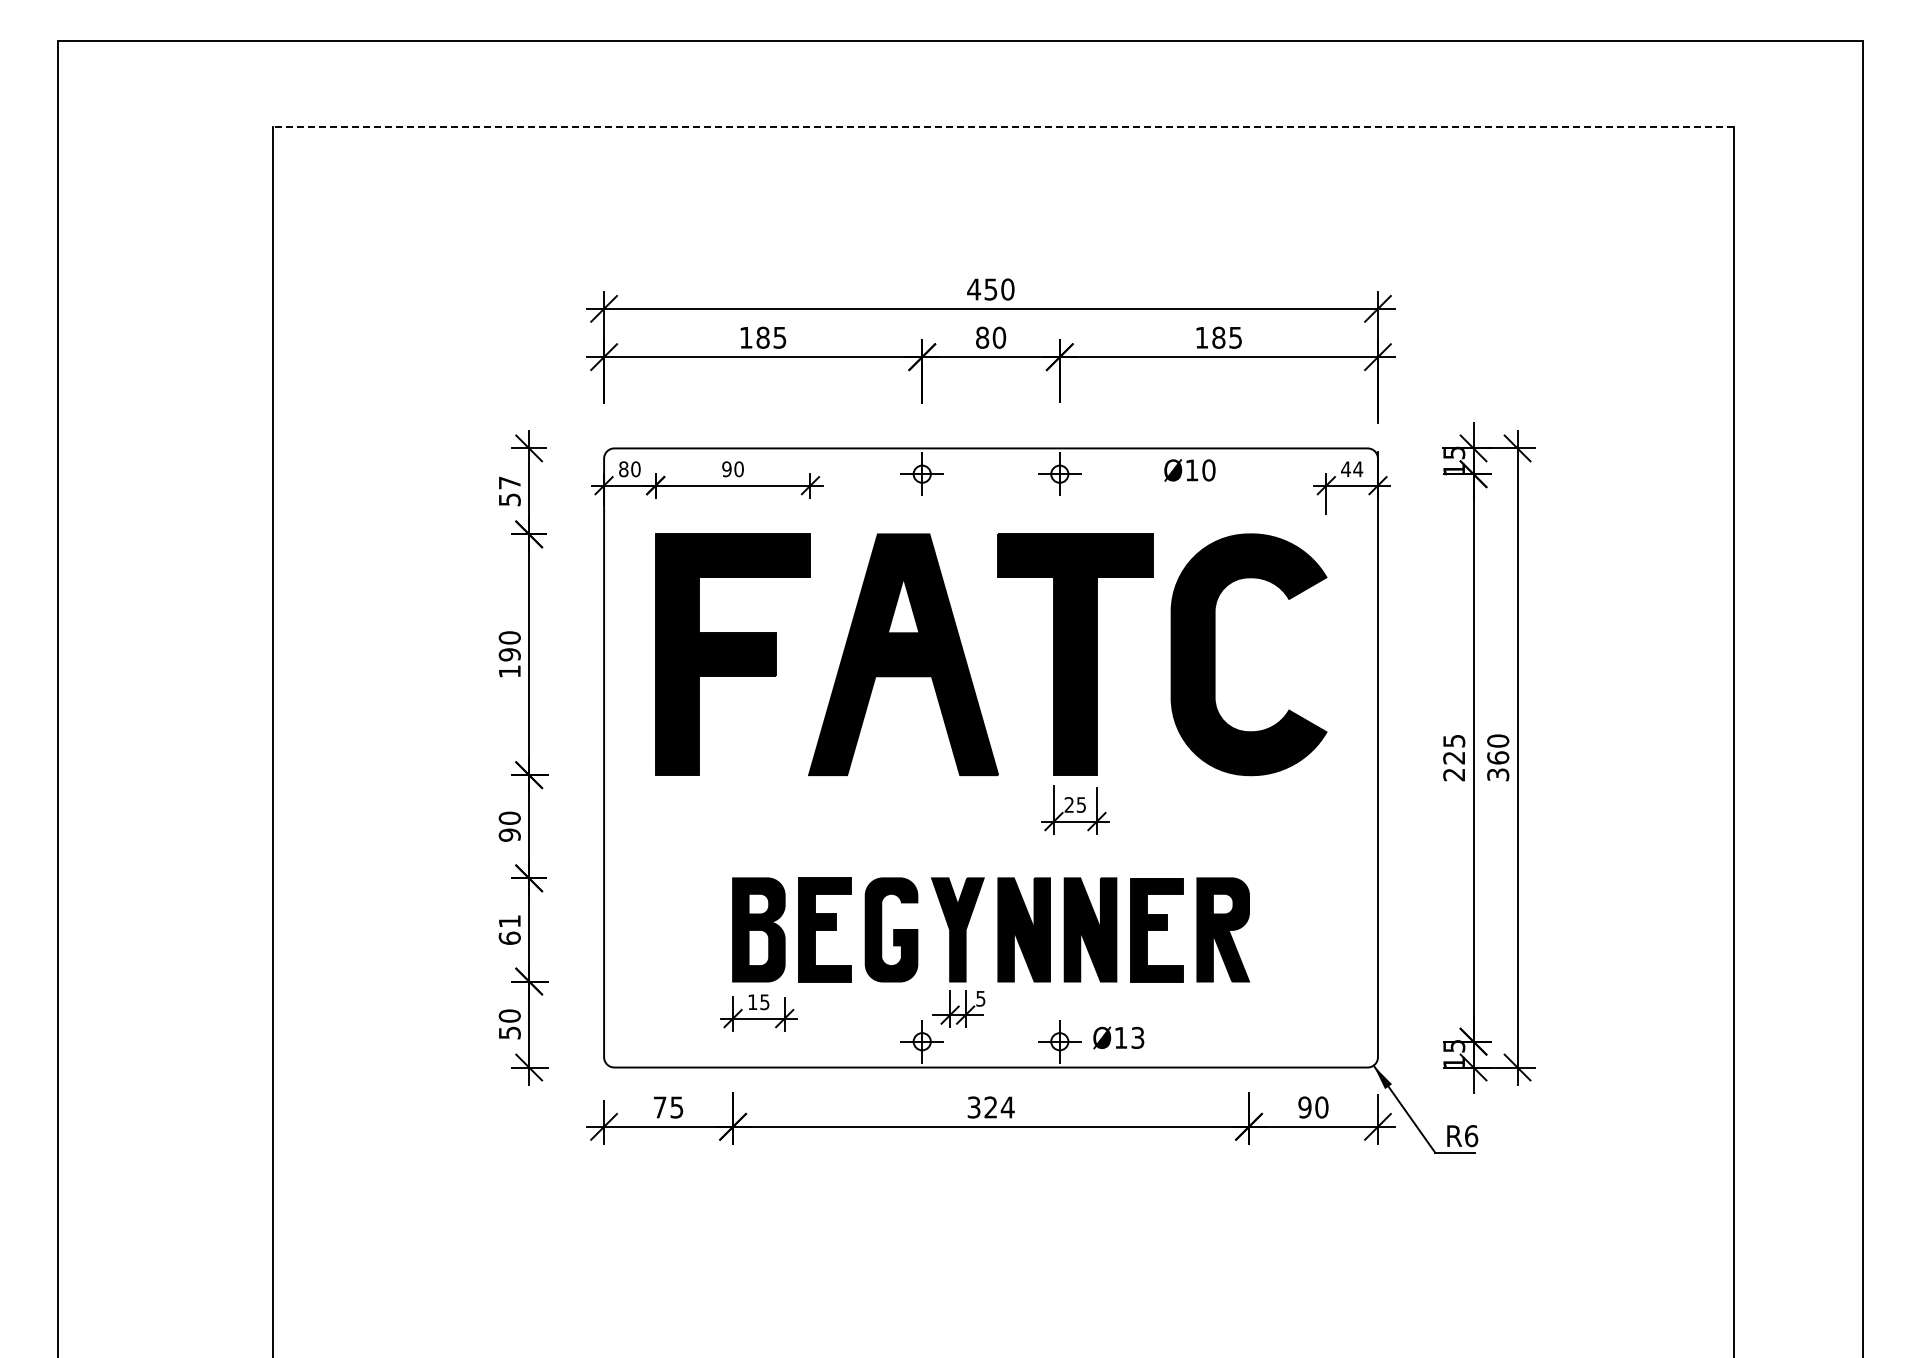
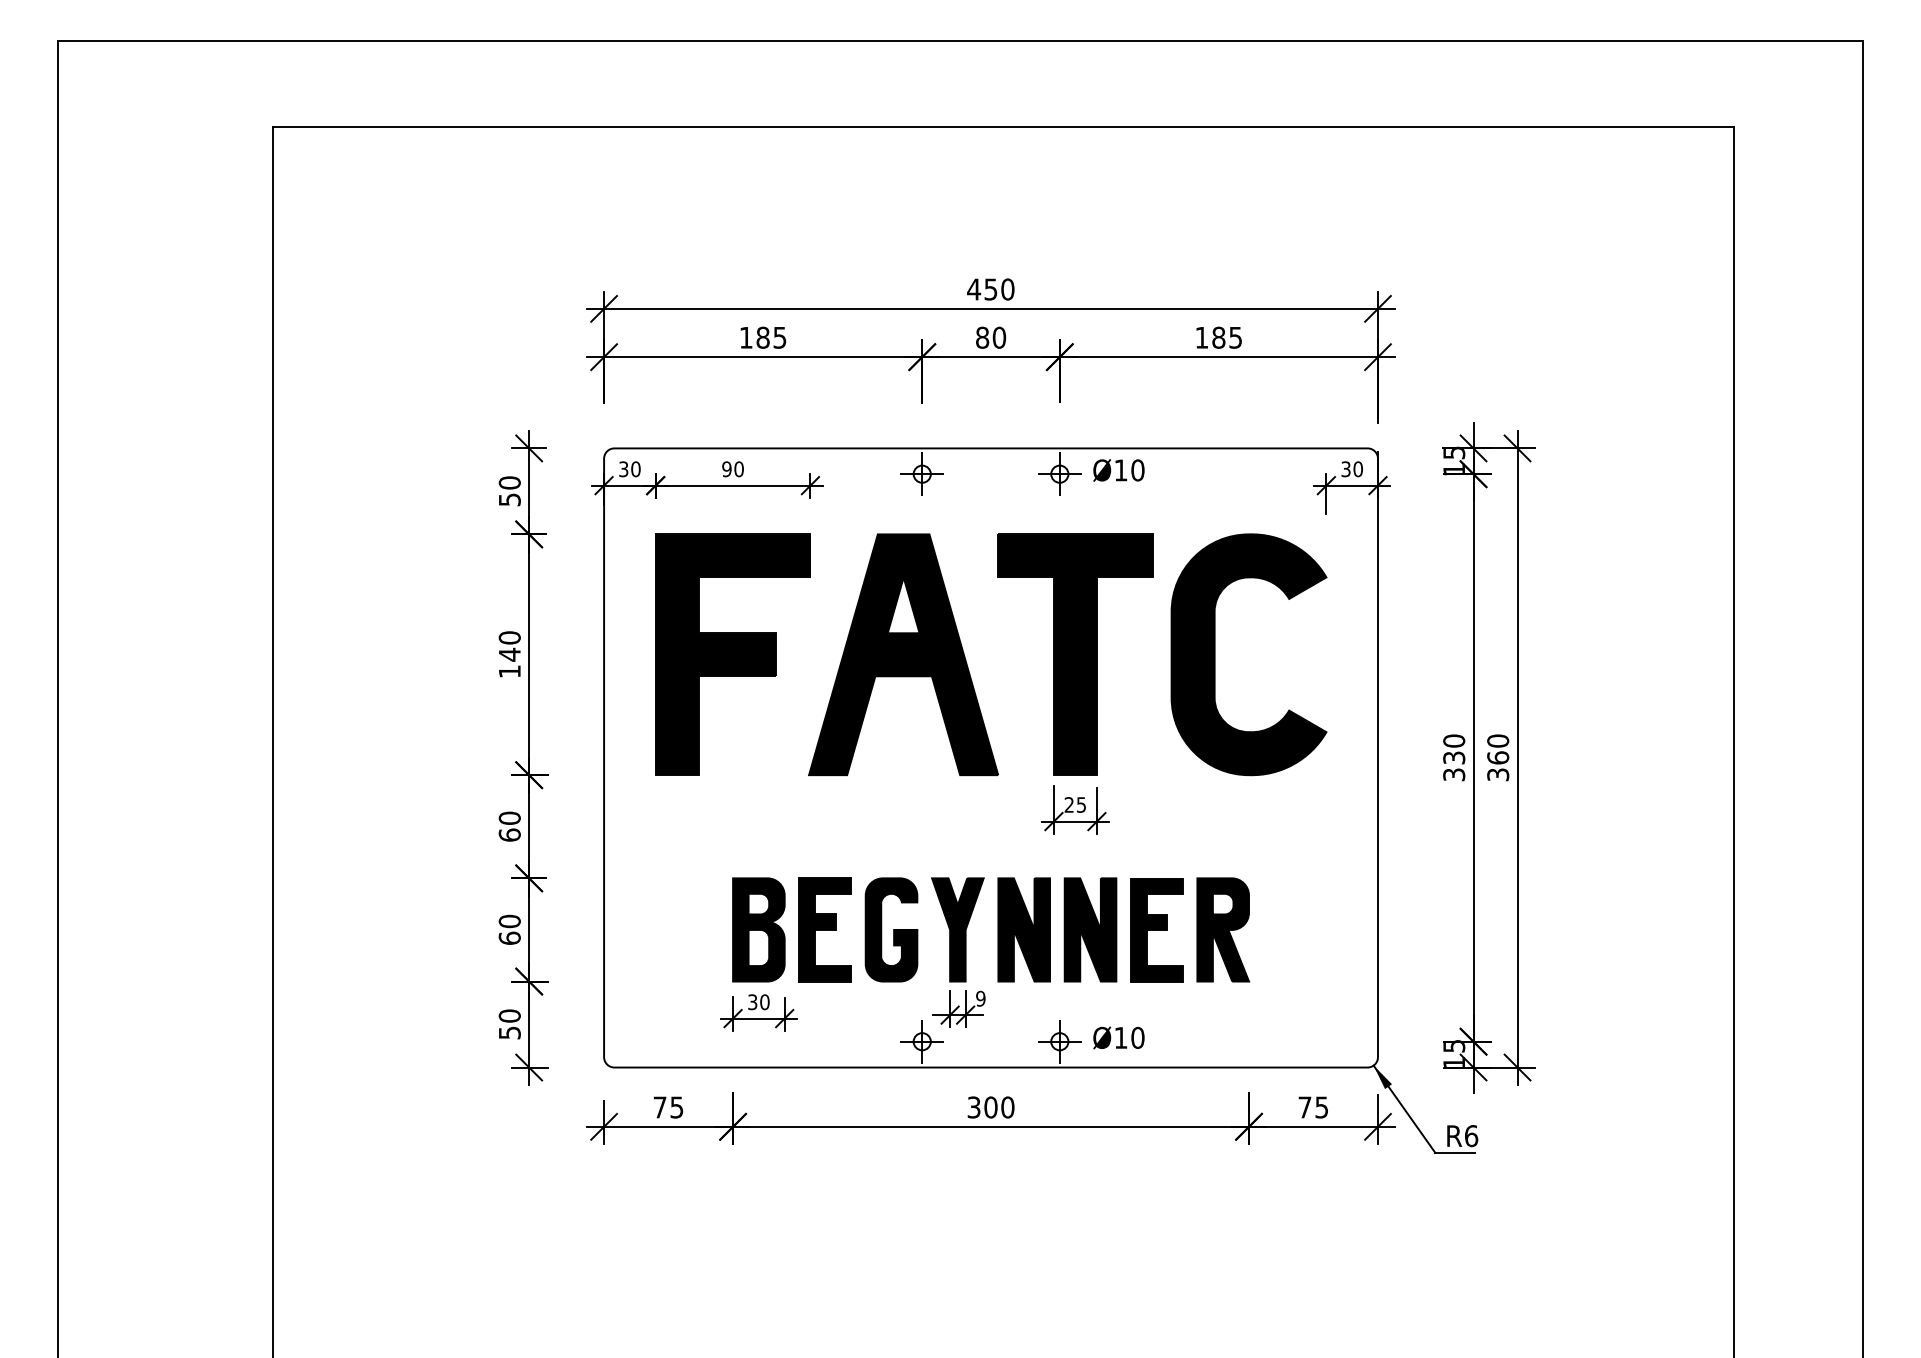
line at (1003, 126): dashed -> solid
text at (623, 469): 80 -> 30
text at (1352, 469): 44 -> 30
text at (1189, 470) position: (1189, 470) -> (1118, 470)
text at (509, 482): 57 -> 50
text at (509, 654): 190 -> 140
text at (1454, 757): 225 -> 330
text at (509, 834): 90 -> 60
text at (509, 921): 61 -> 60
text at (980, 998): 5 -> 9
text at (758, 1002): 15 -> 30
text at (1137, 1037): Ø13 -> Ø10
text at (999, 1107): 324 -> 300
text at (1313, 1107): 90 -> 75
